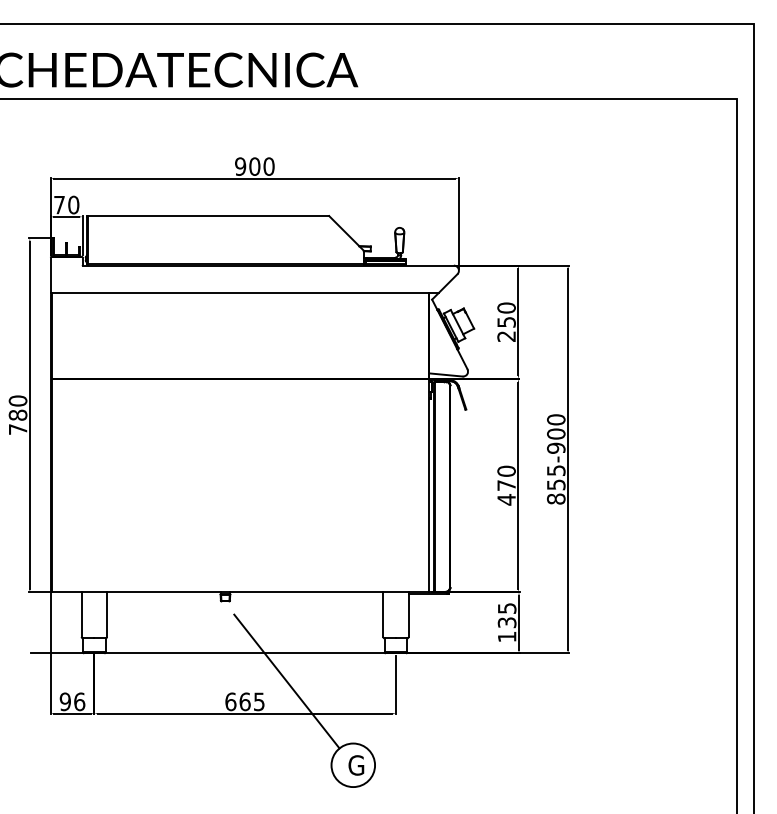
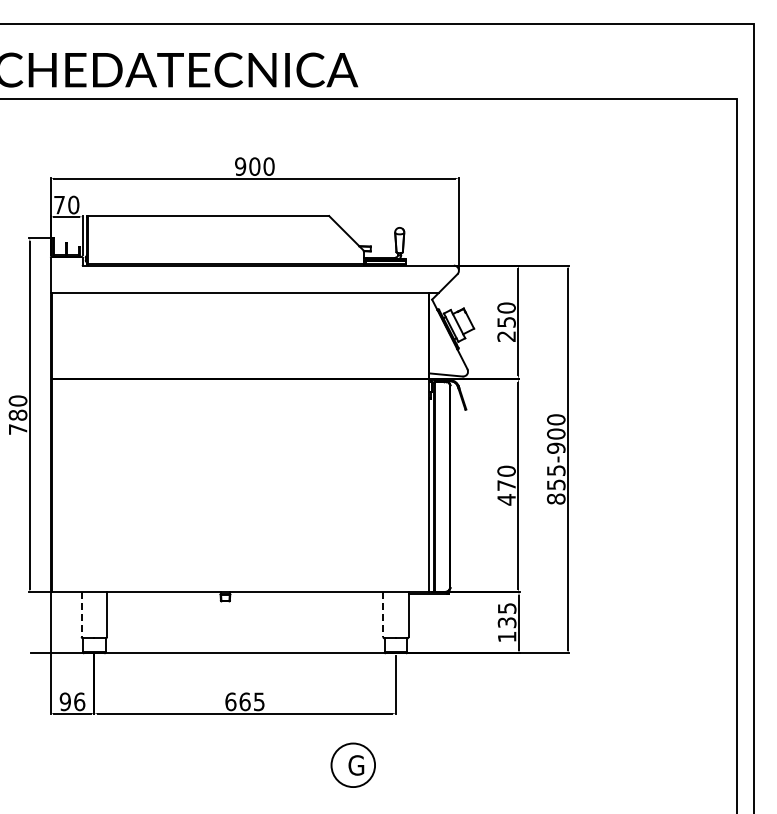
line at (81, 615): solid -> dashed
line at (383, 615): solid -> dashed
line at (286, 681): present -> none
